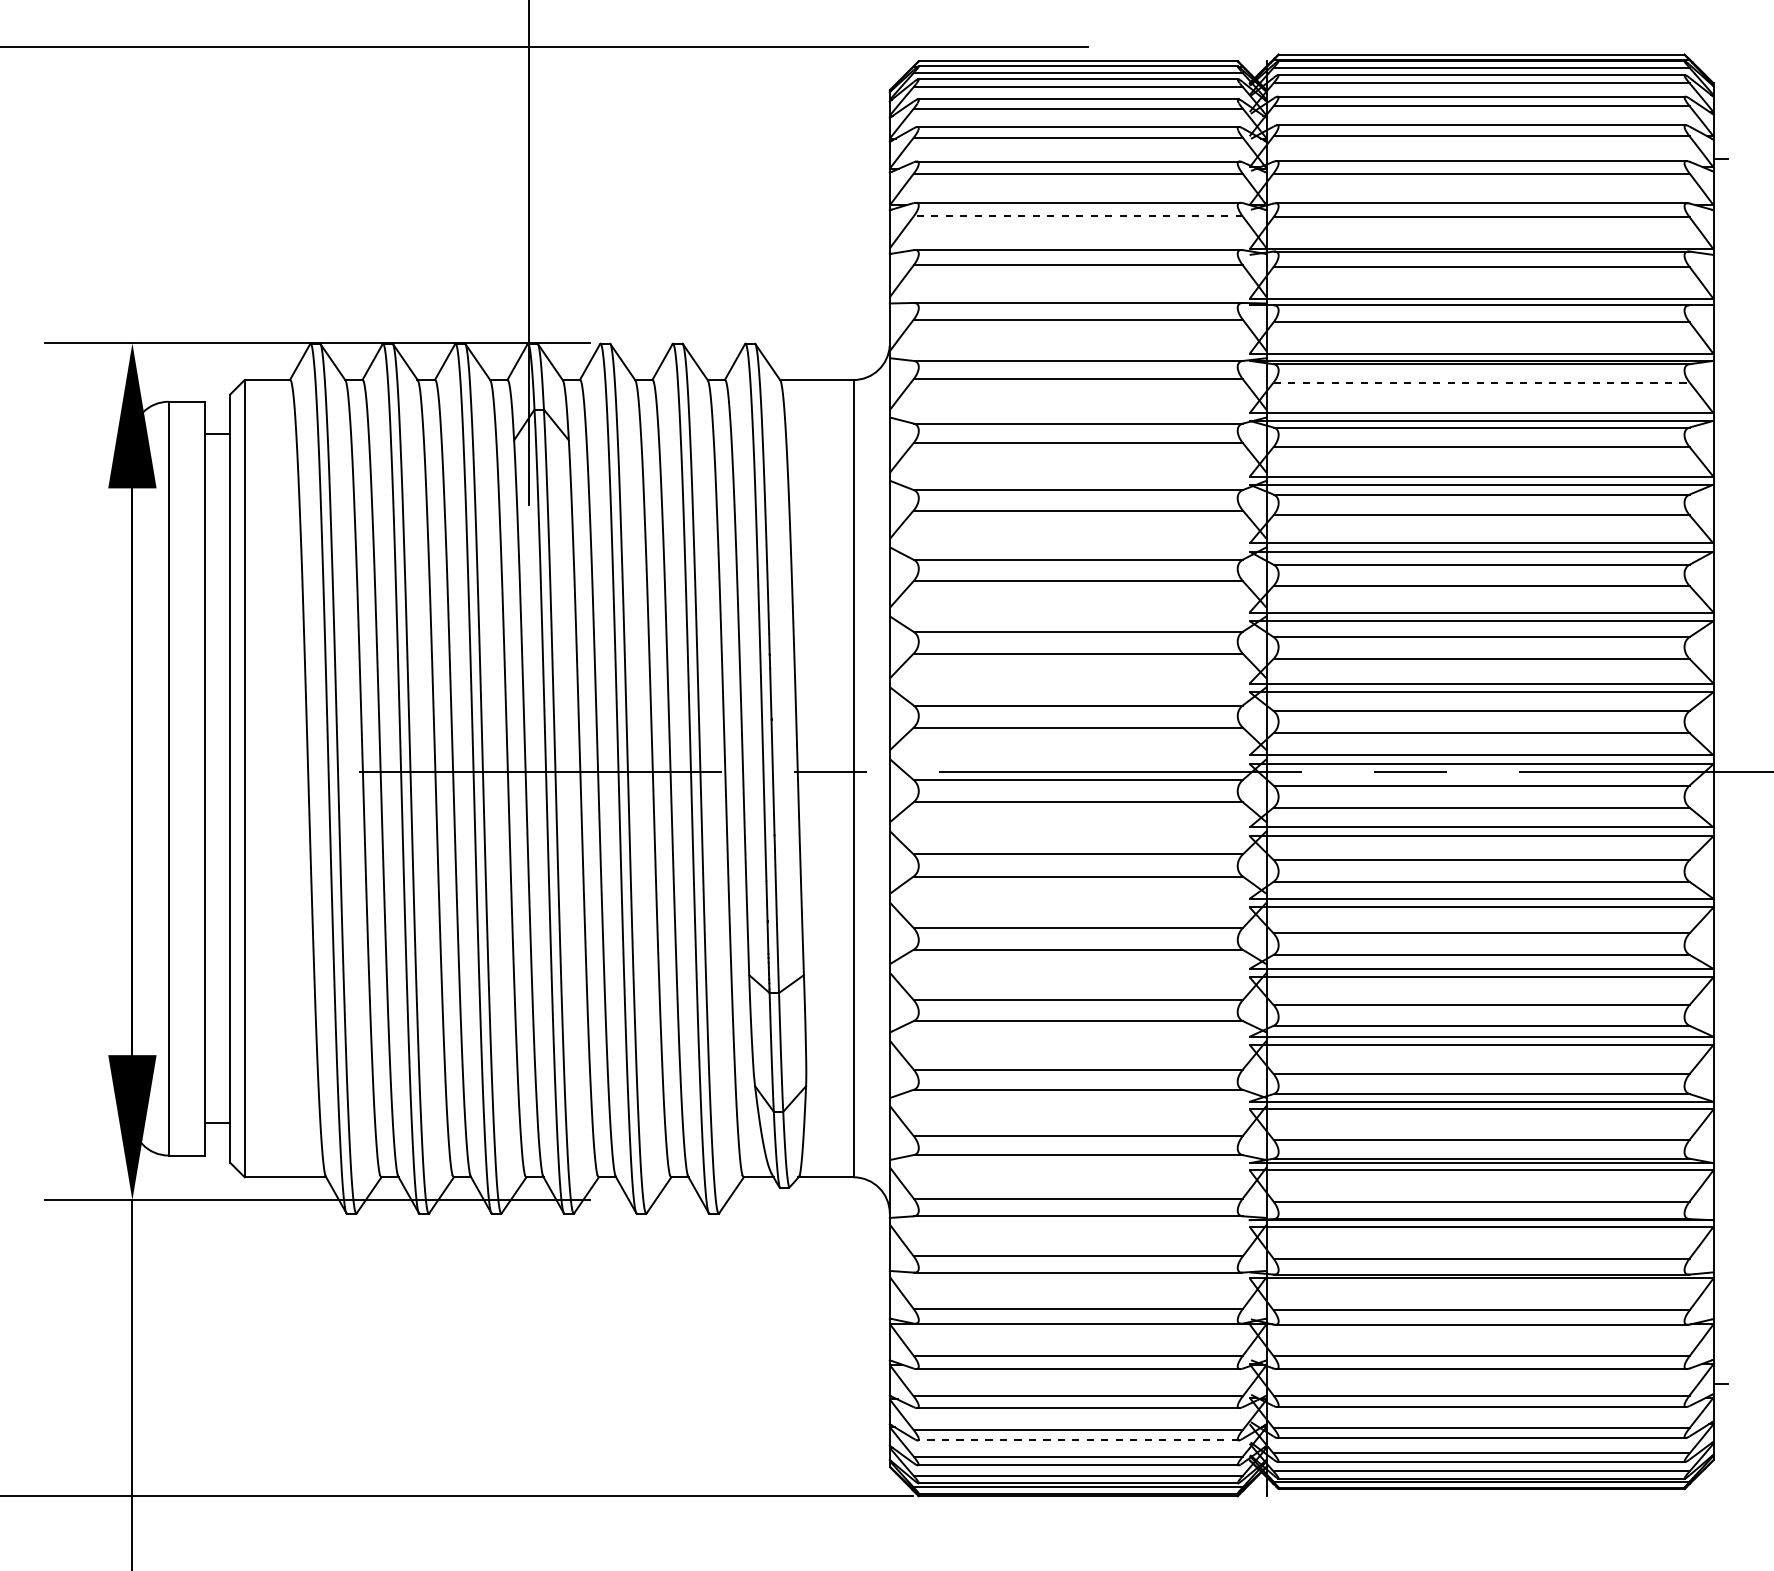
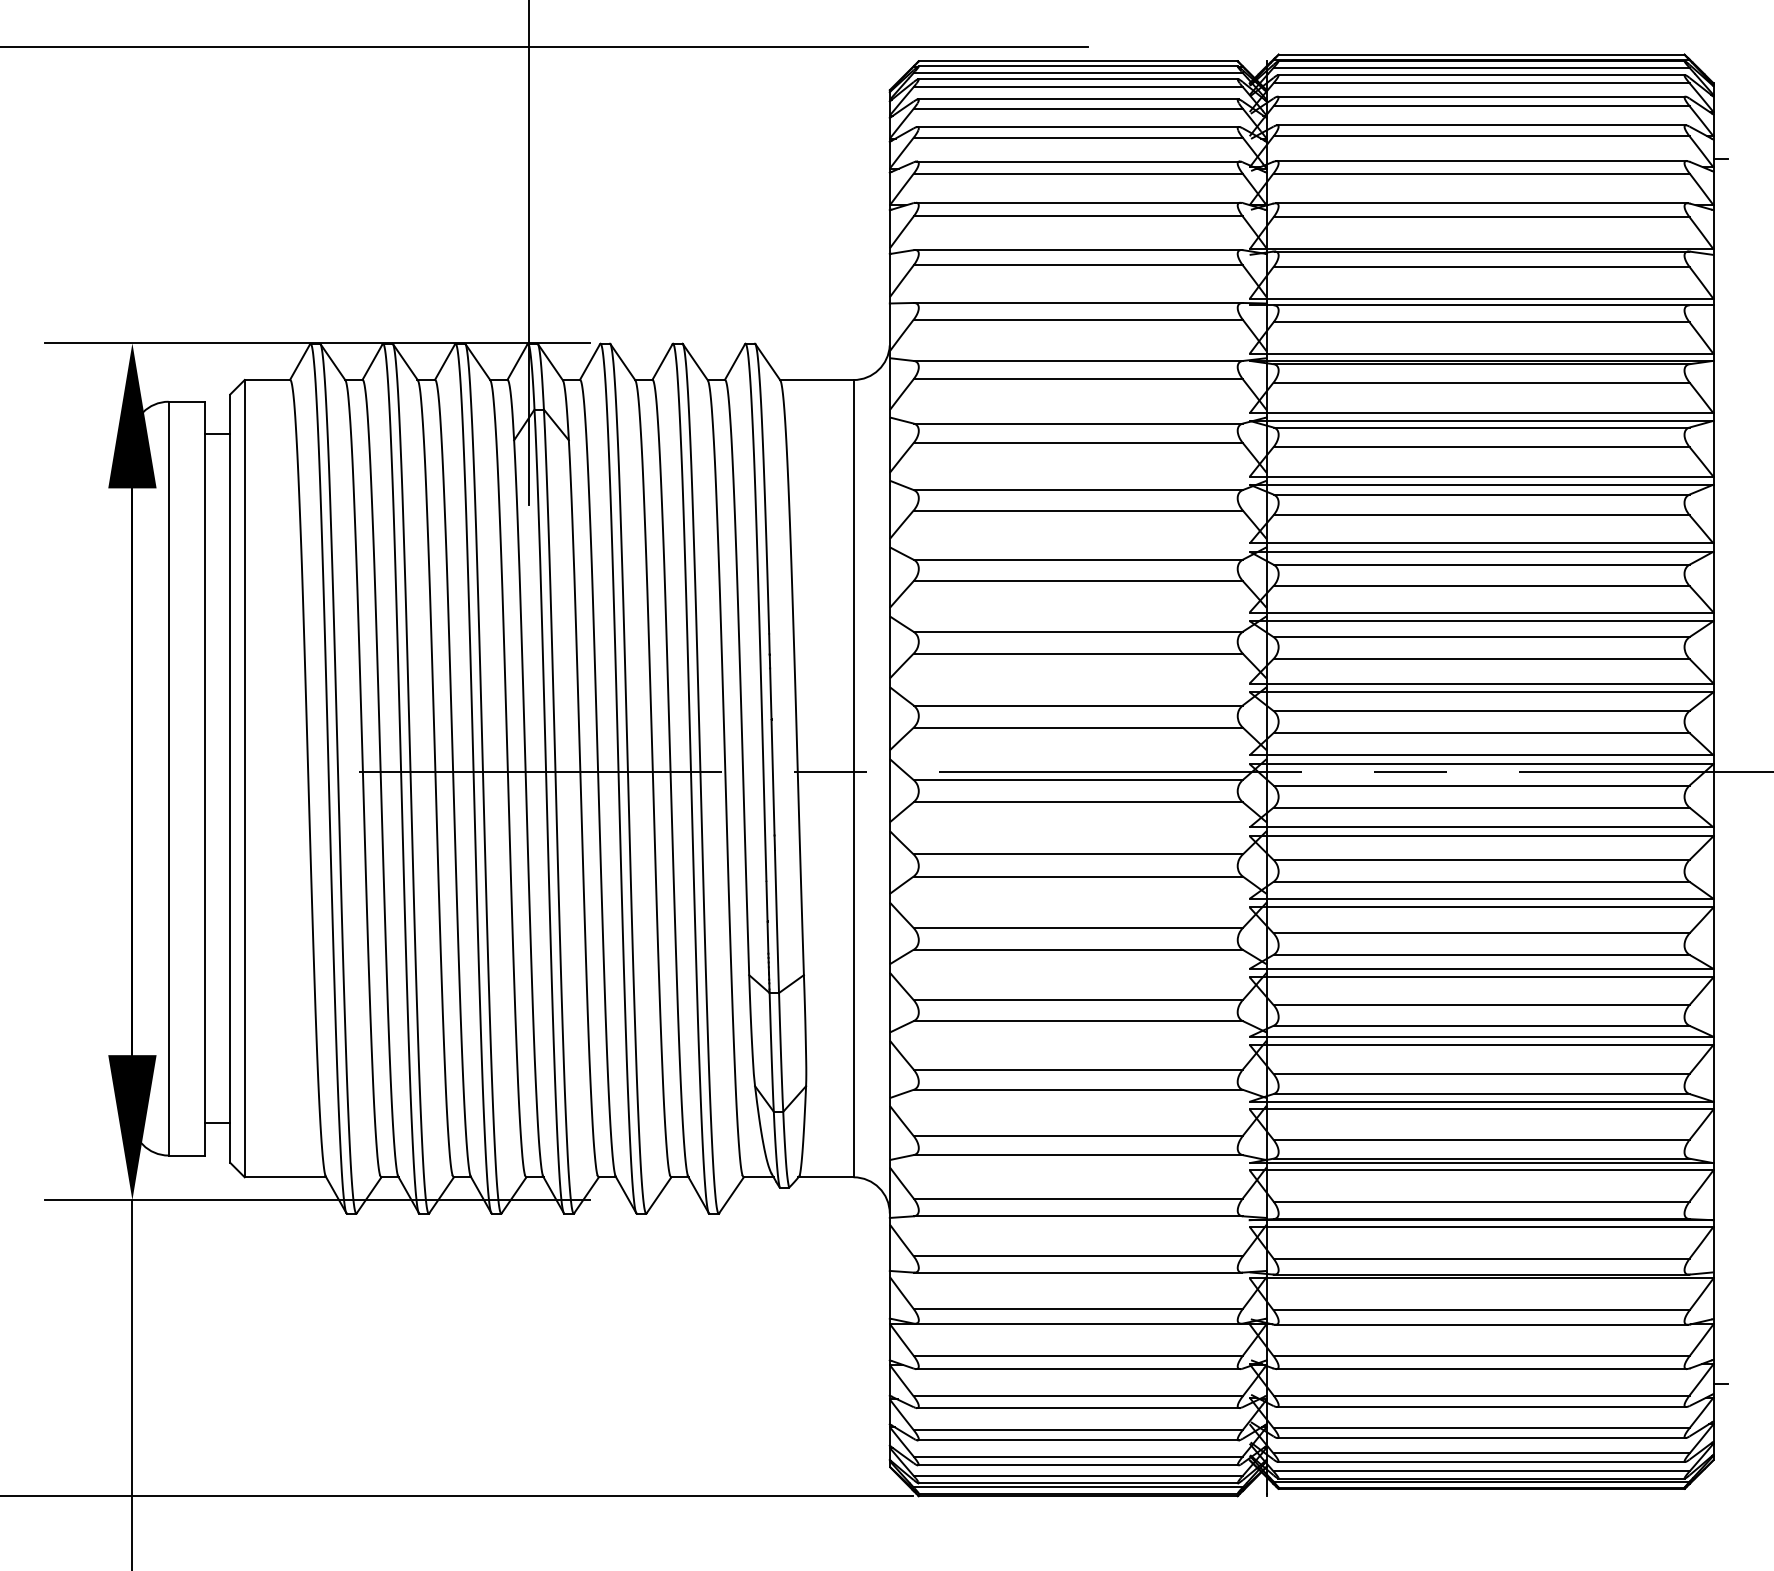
line at (1078, 216): dashed -> solid
line at (1482, 382): dashed -> solid
line at (1078, 1440): dashed -> solid
